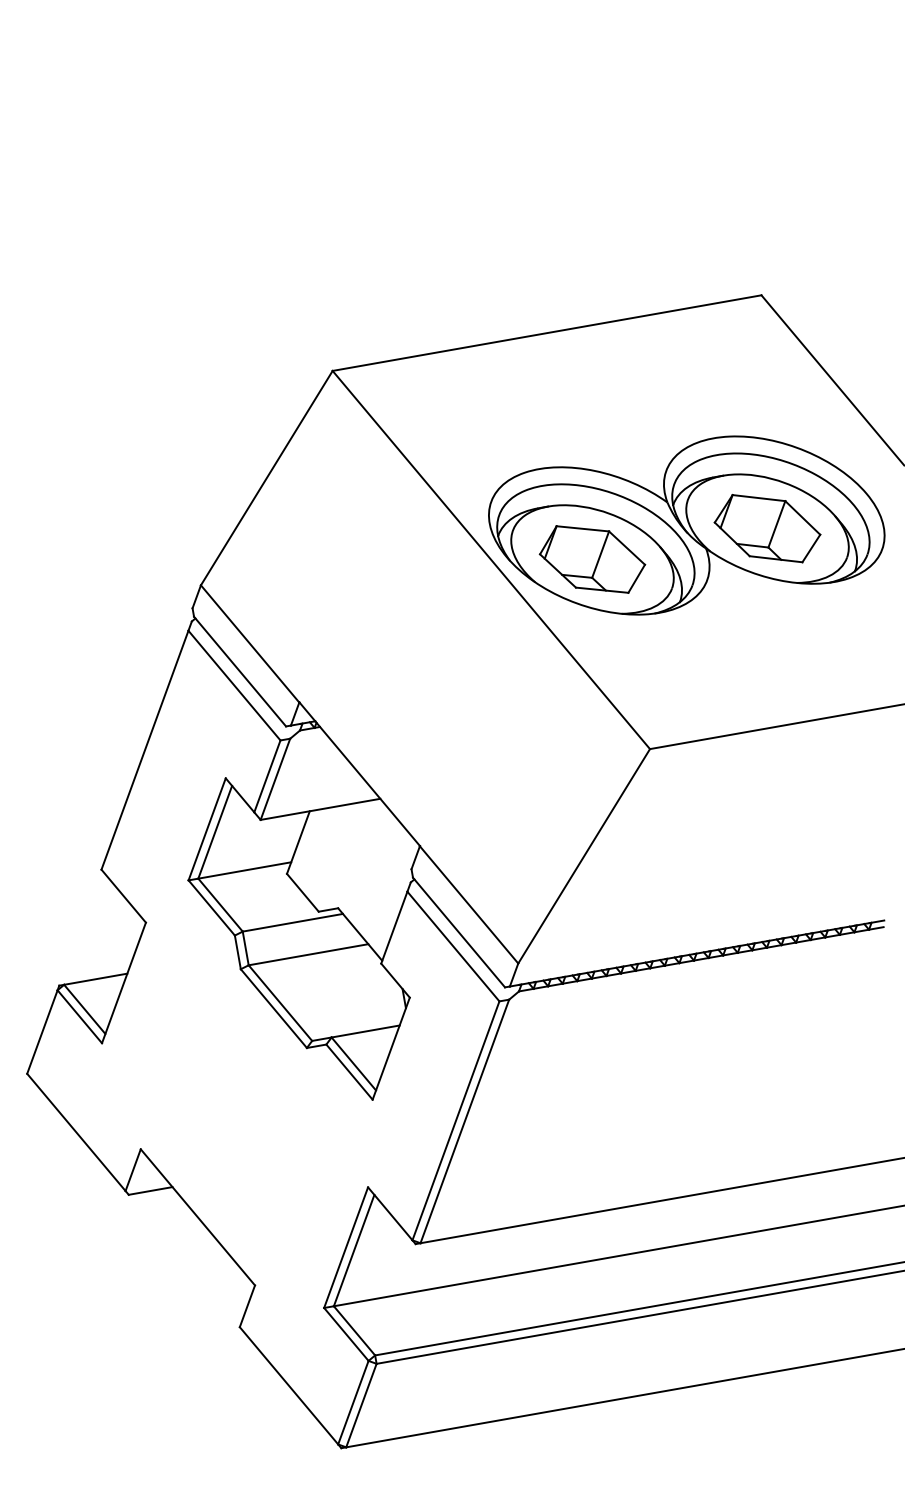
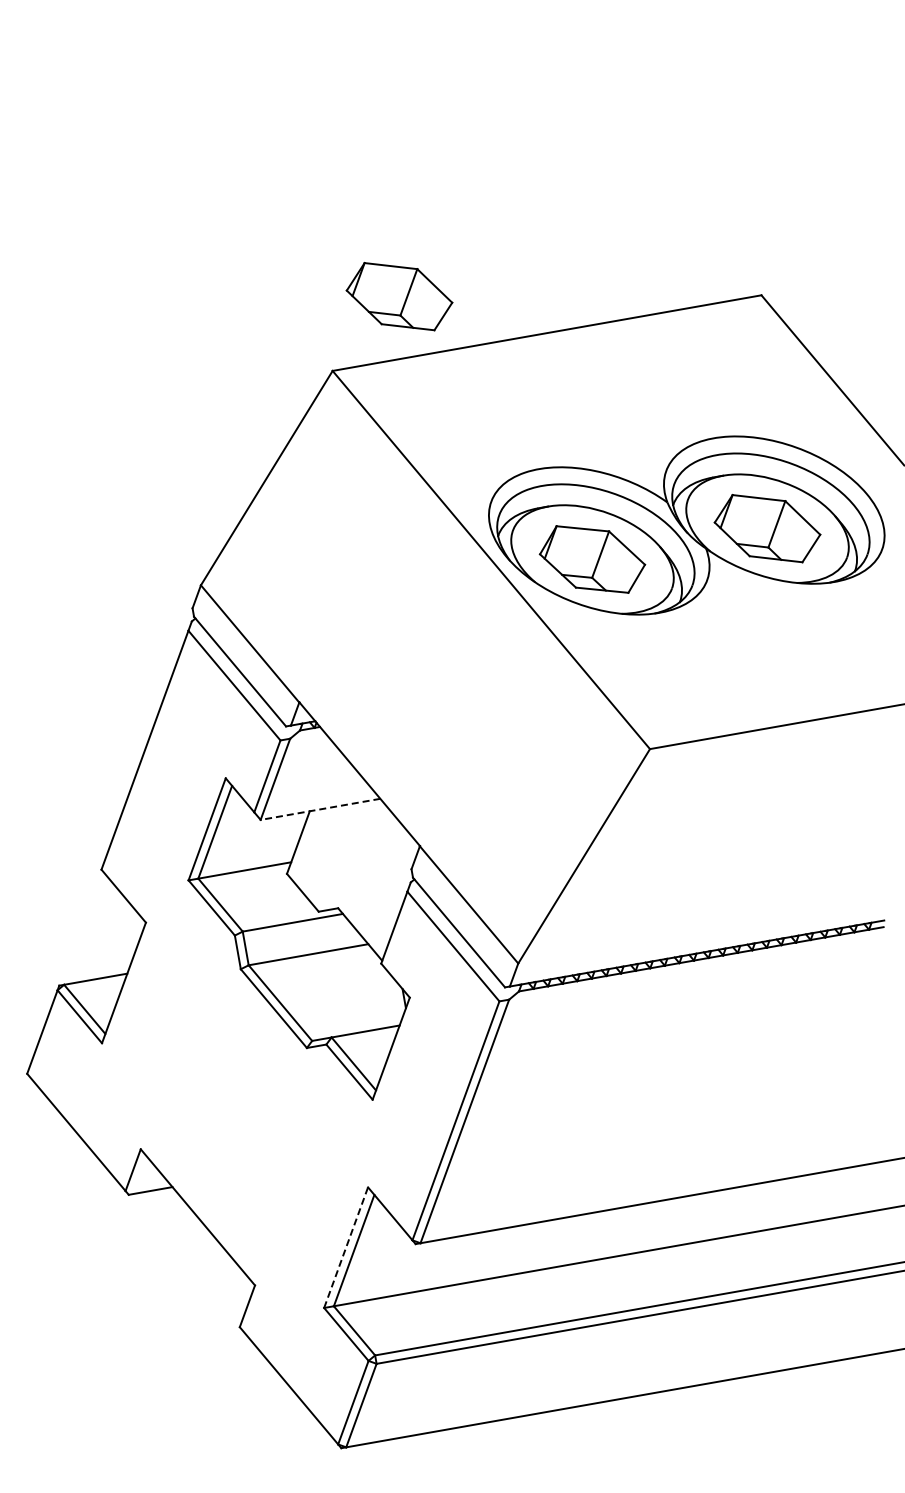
part at (399, 296): none -> present
line at (320, 809): solid -> dashed
line at (346, 1247): solid -> dashed
